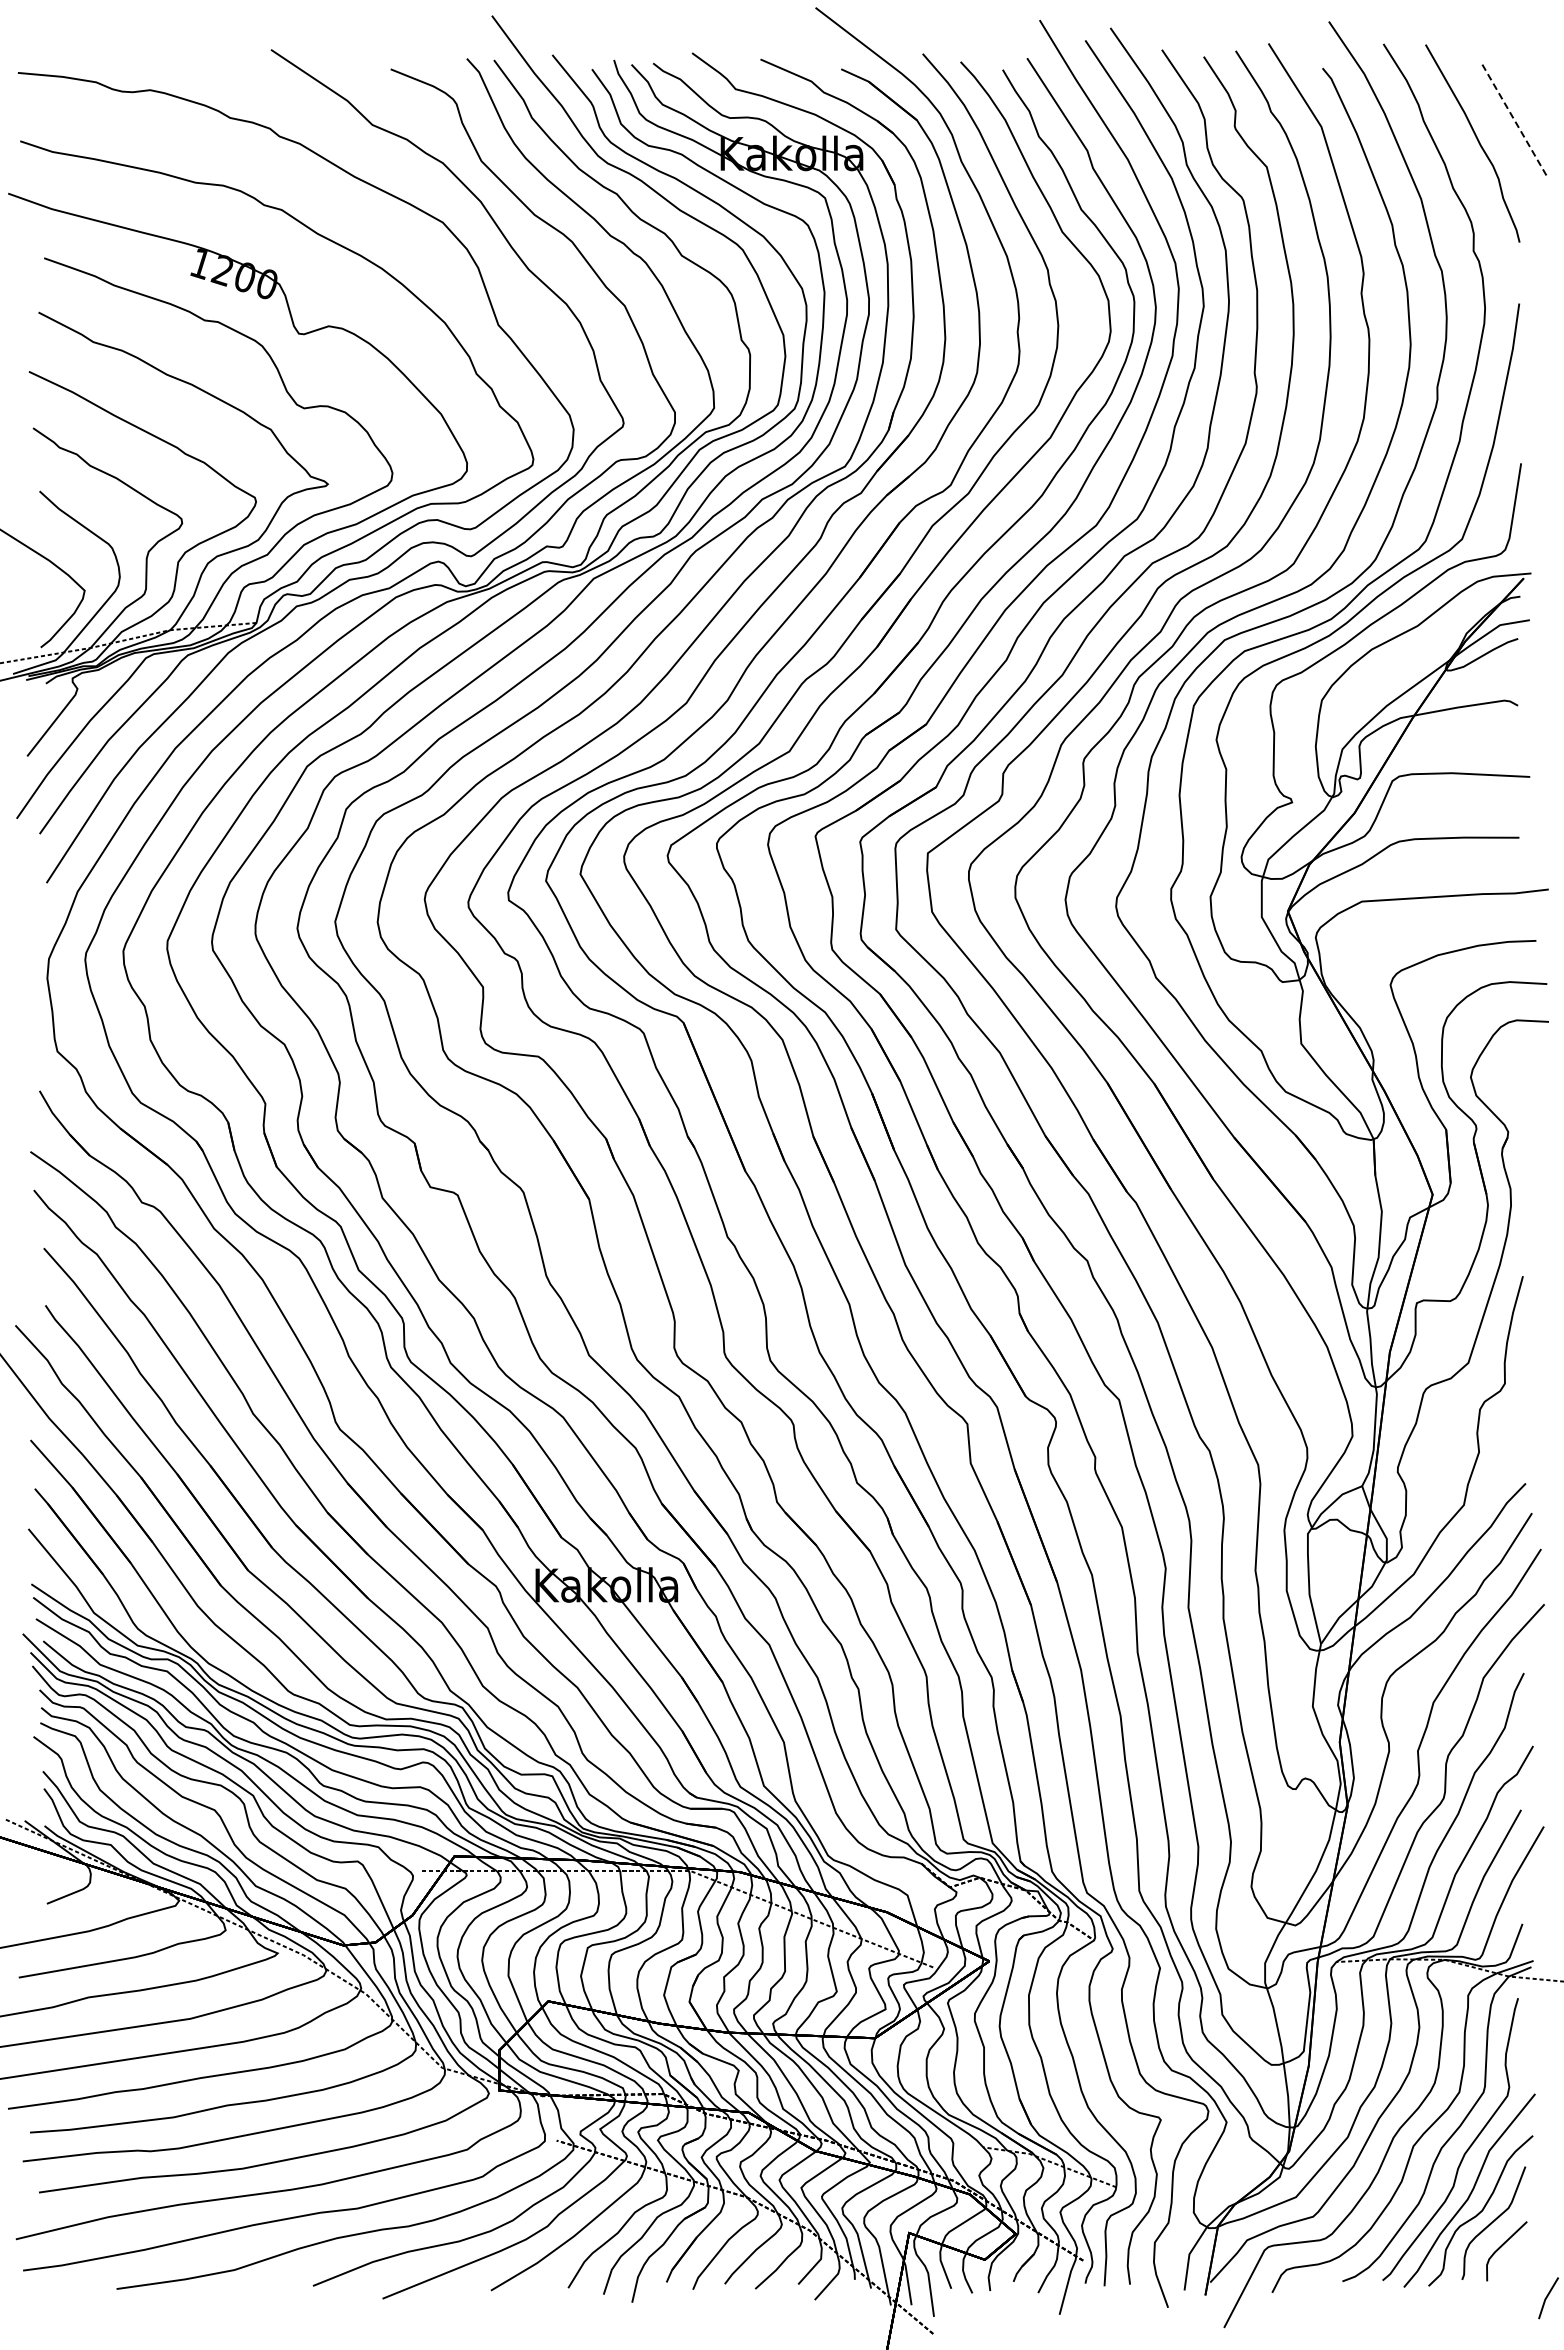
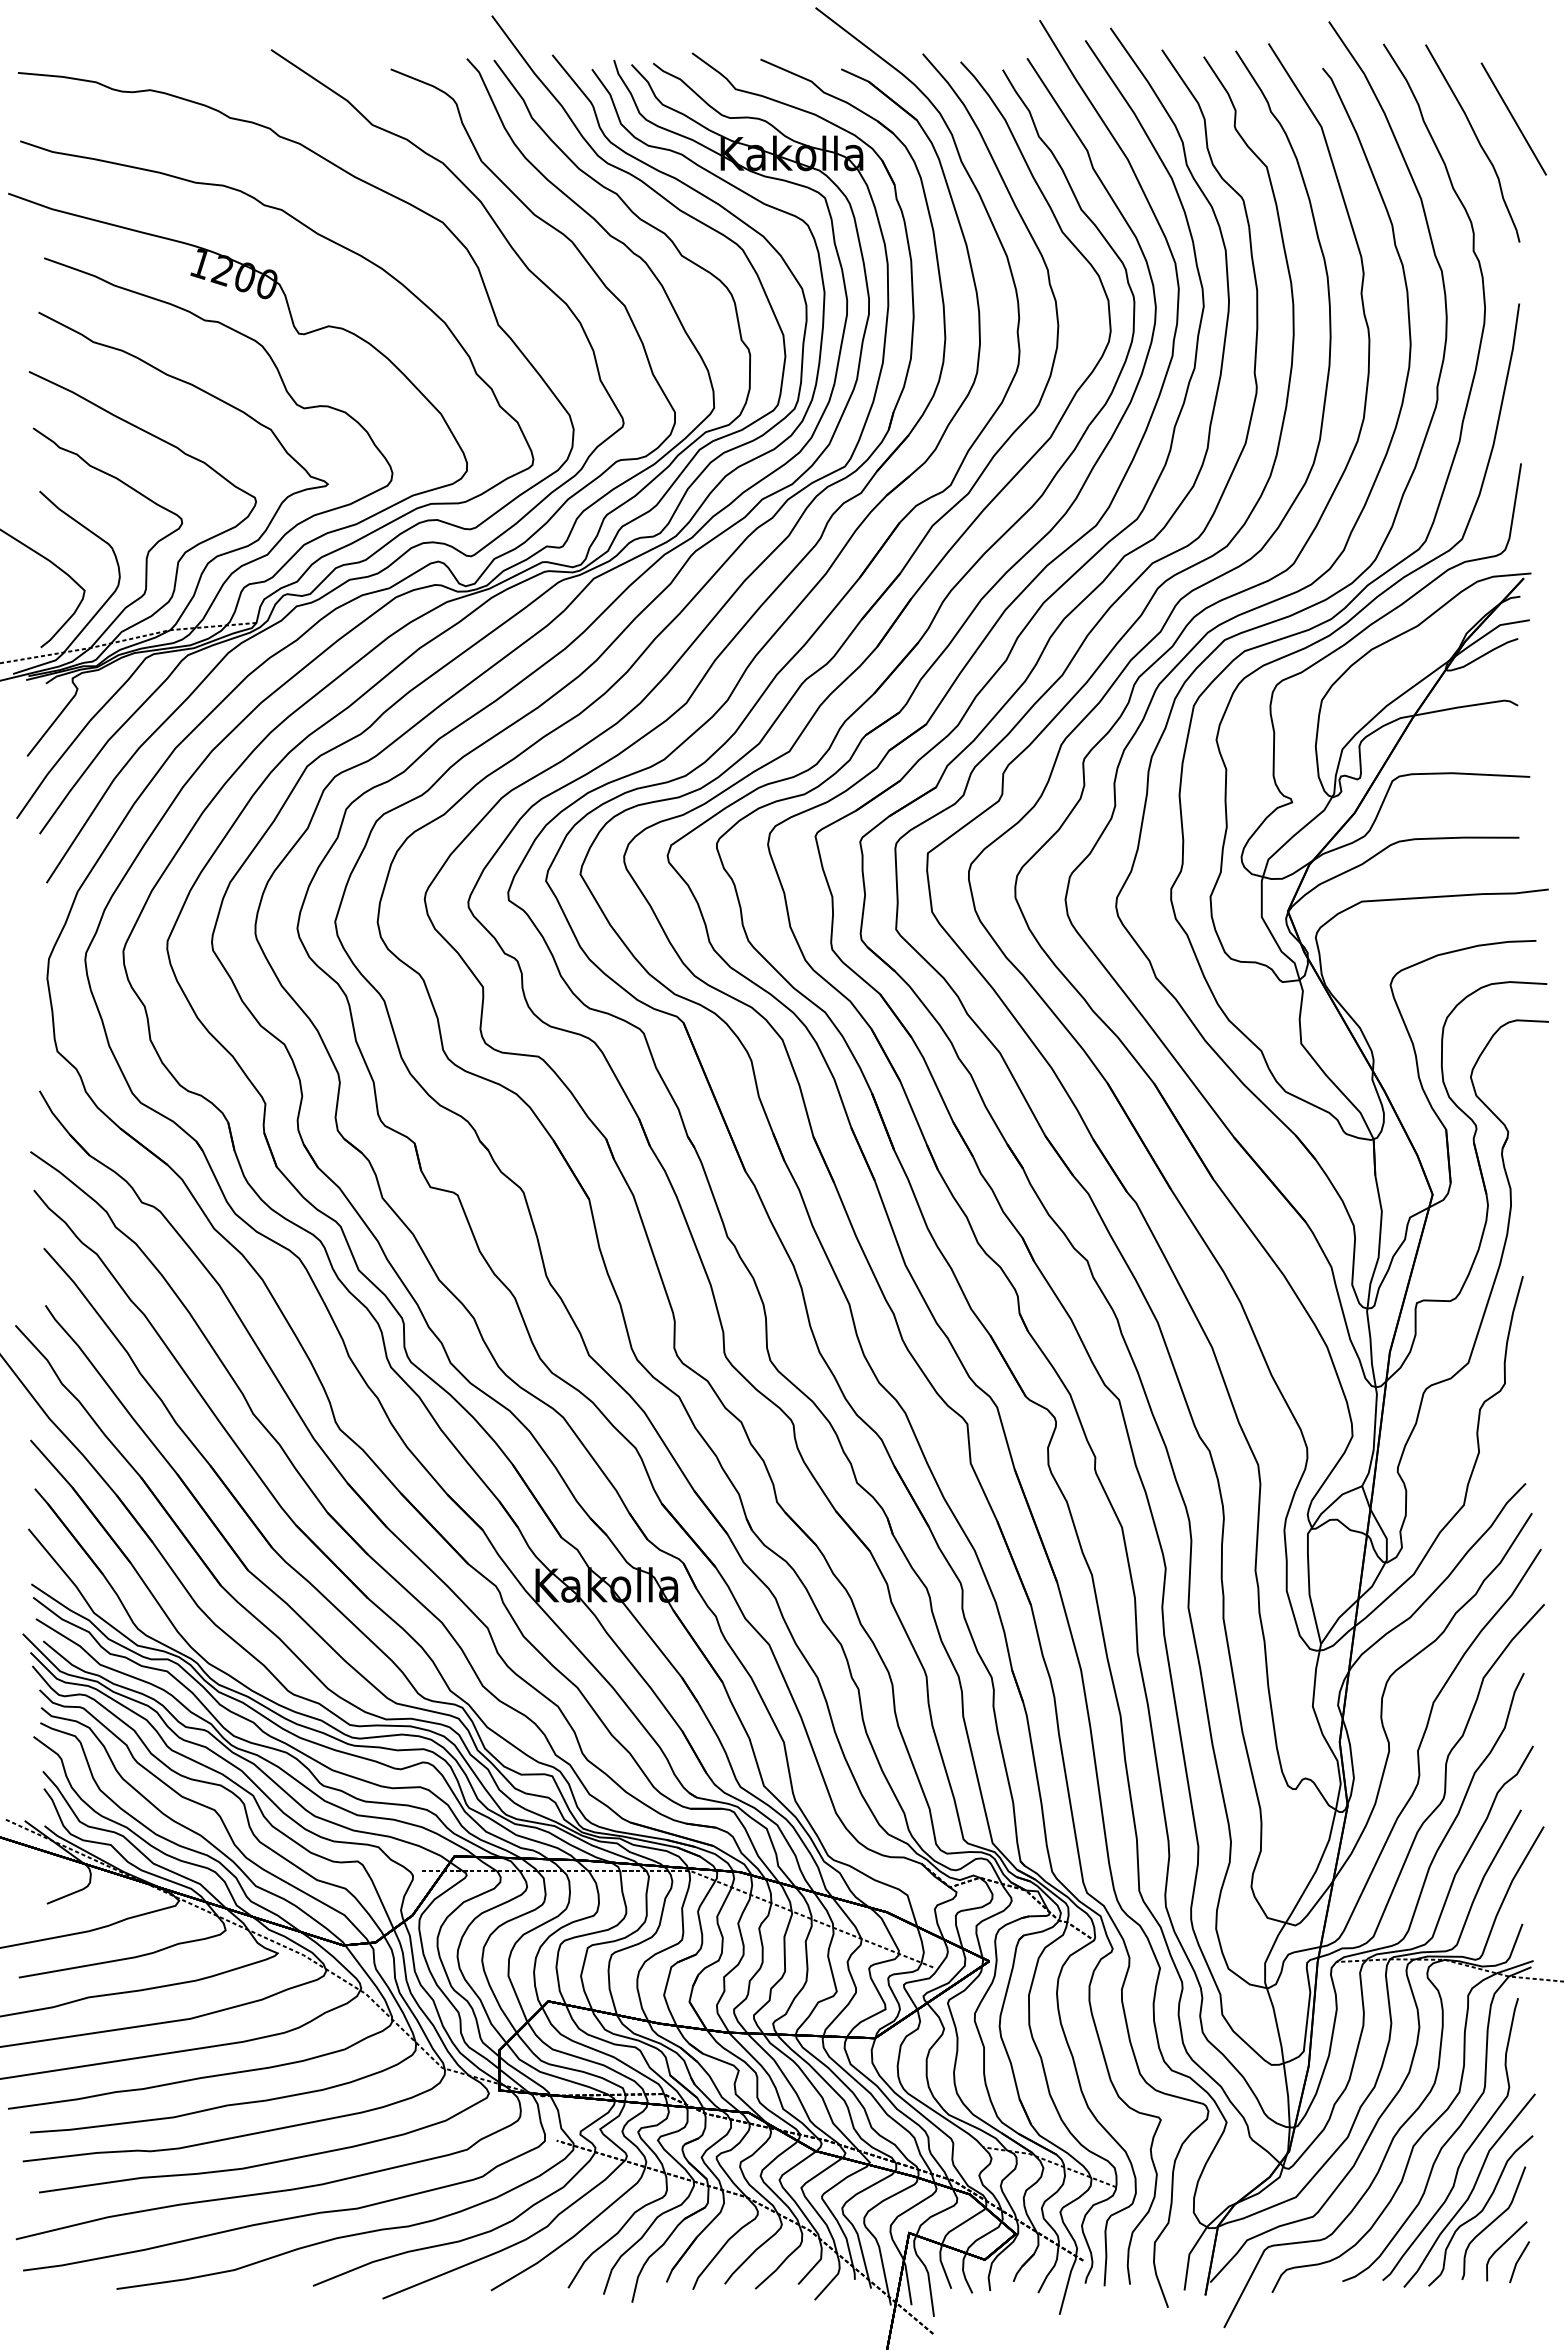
line at (1513, 118): dashed -> solid
line at (1547, 2298) position: (1547, 2298) -> (1518, 2262)
